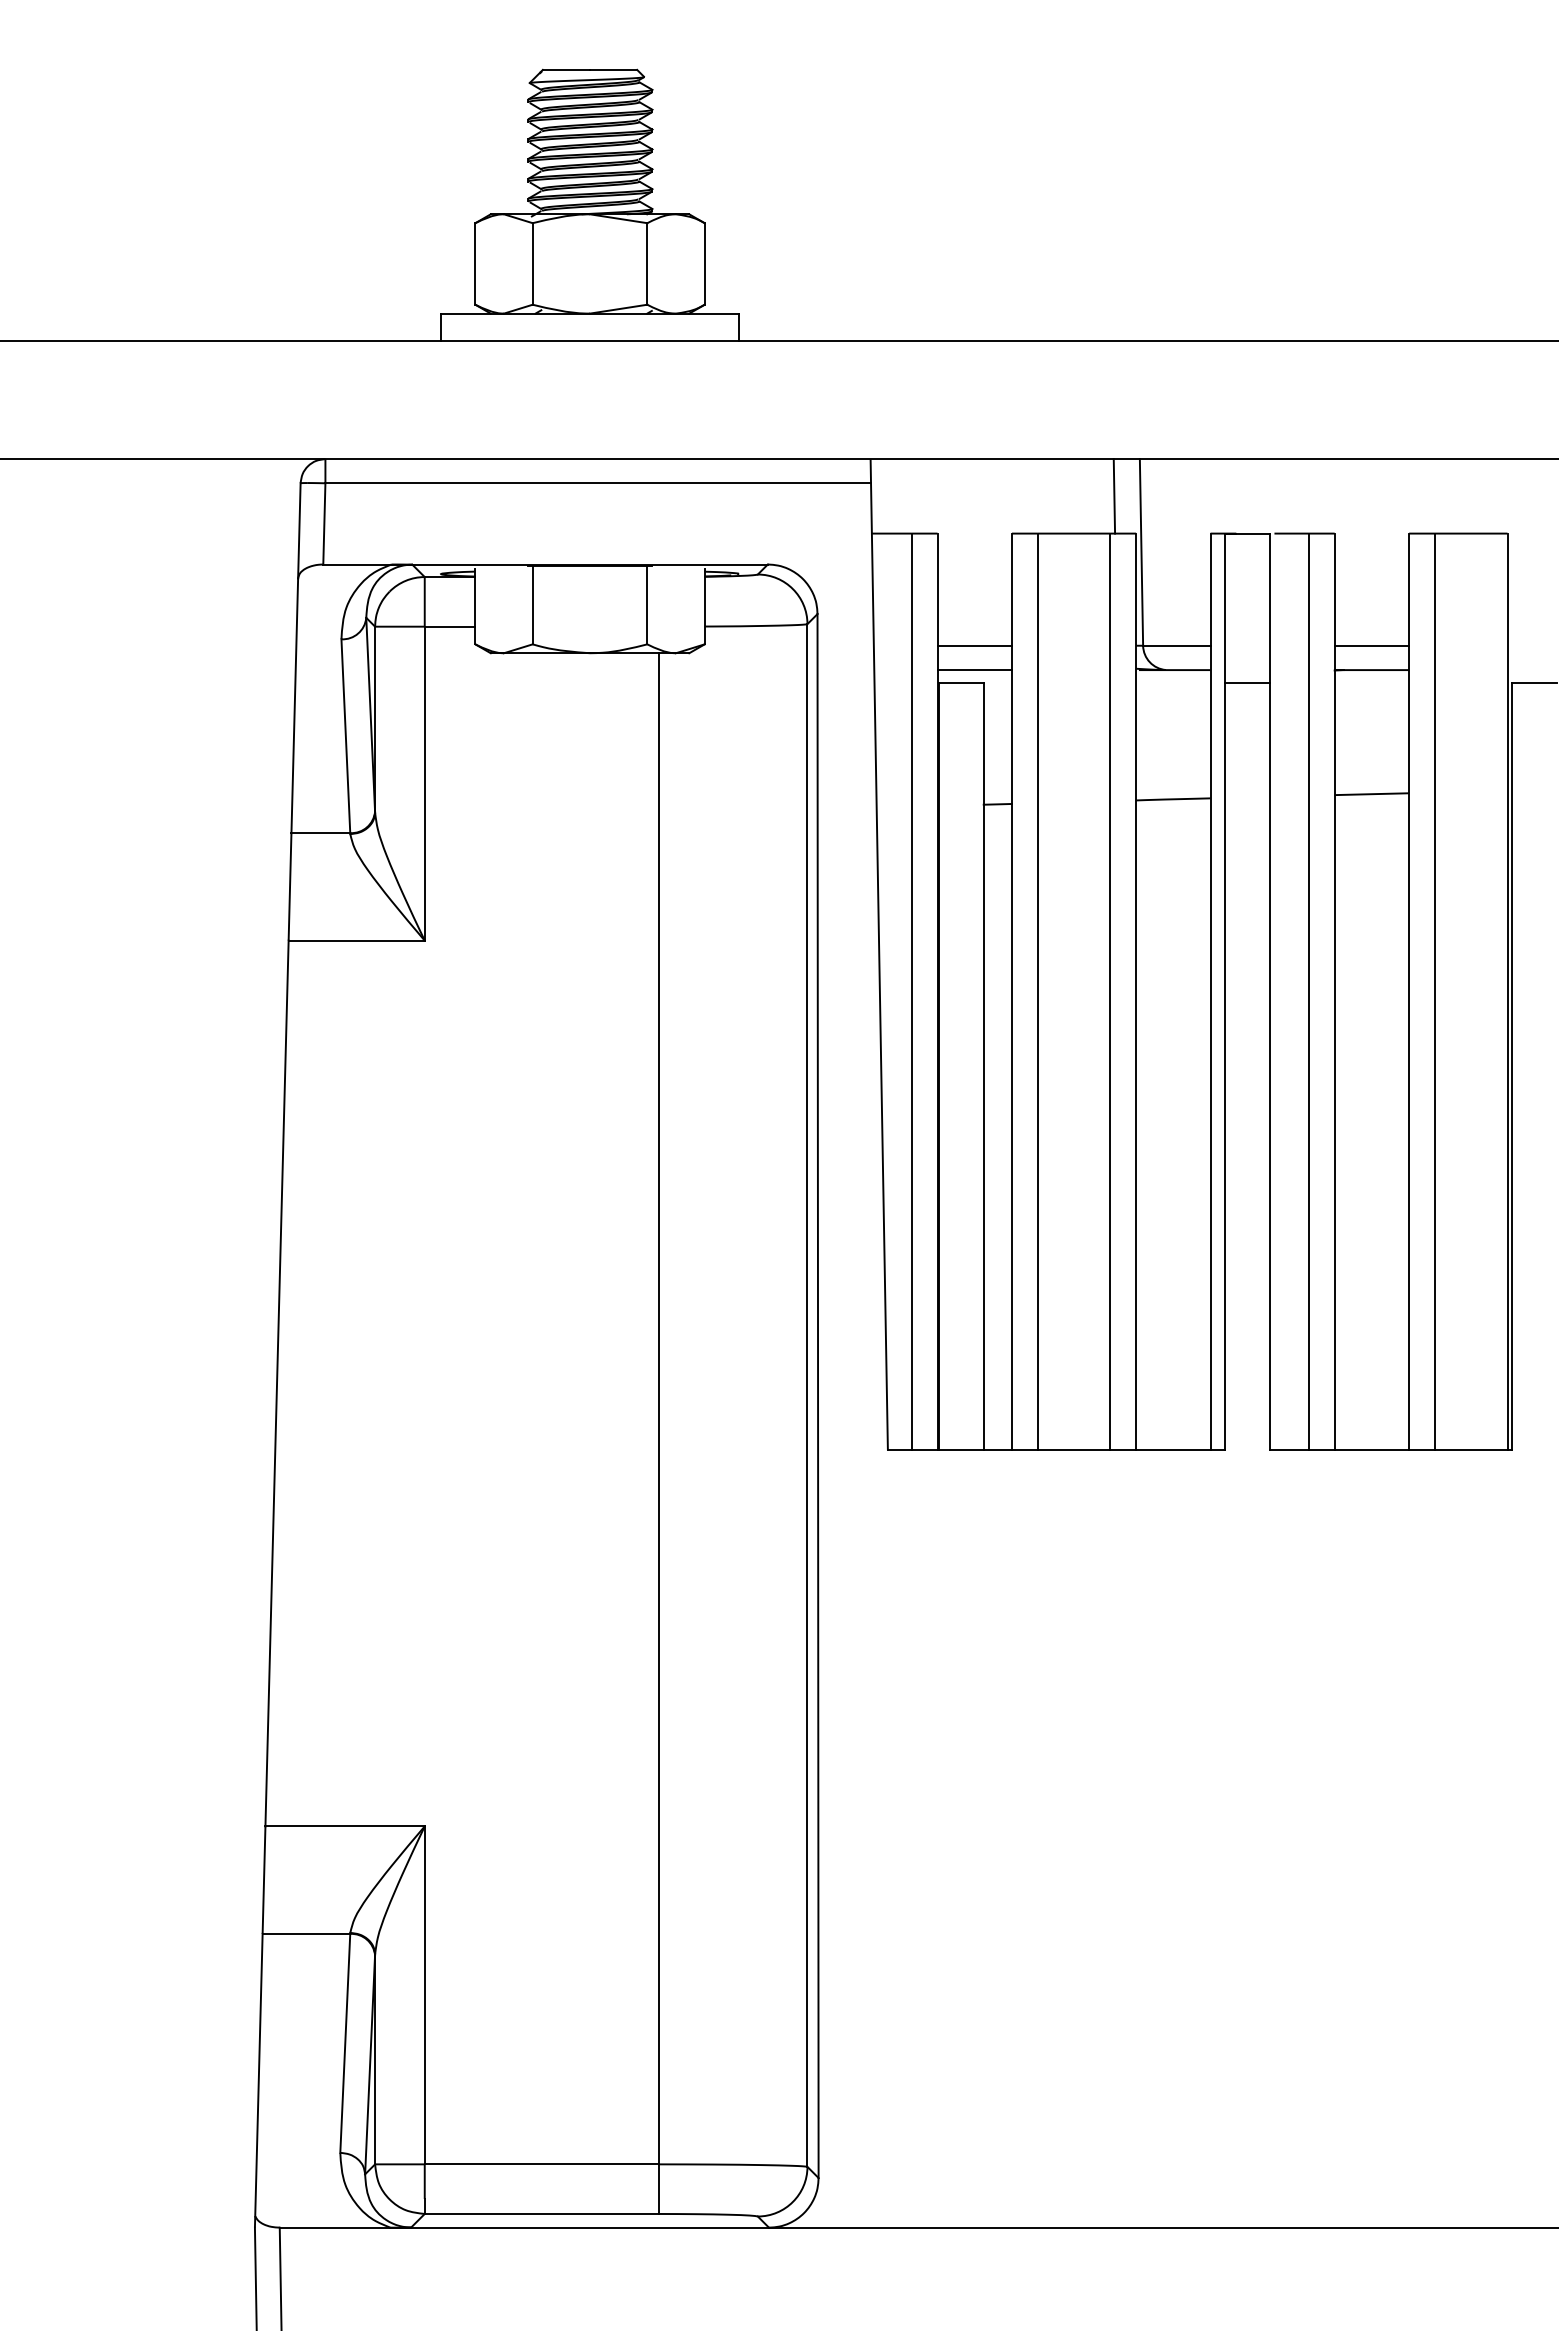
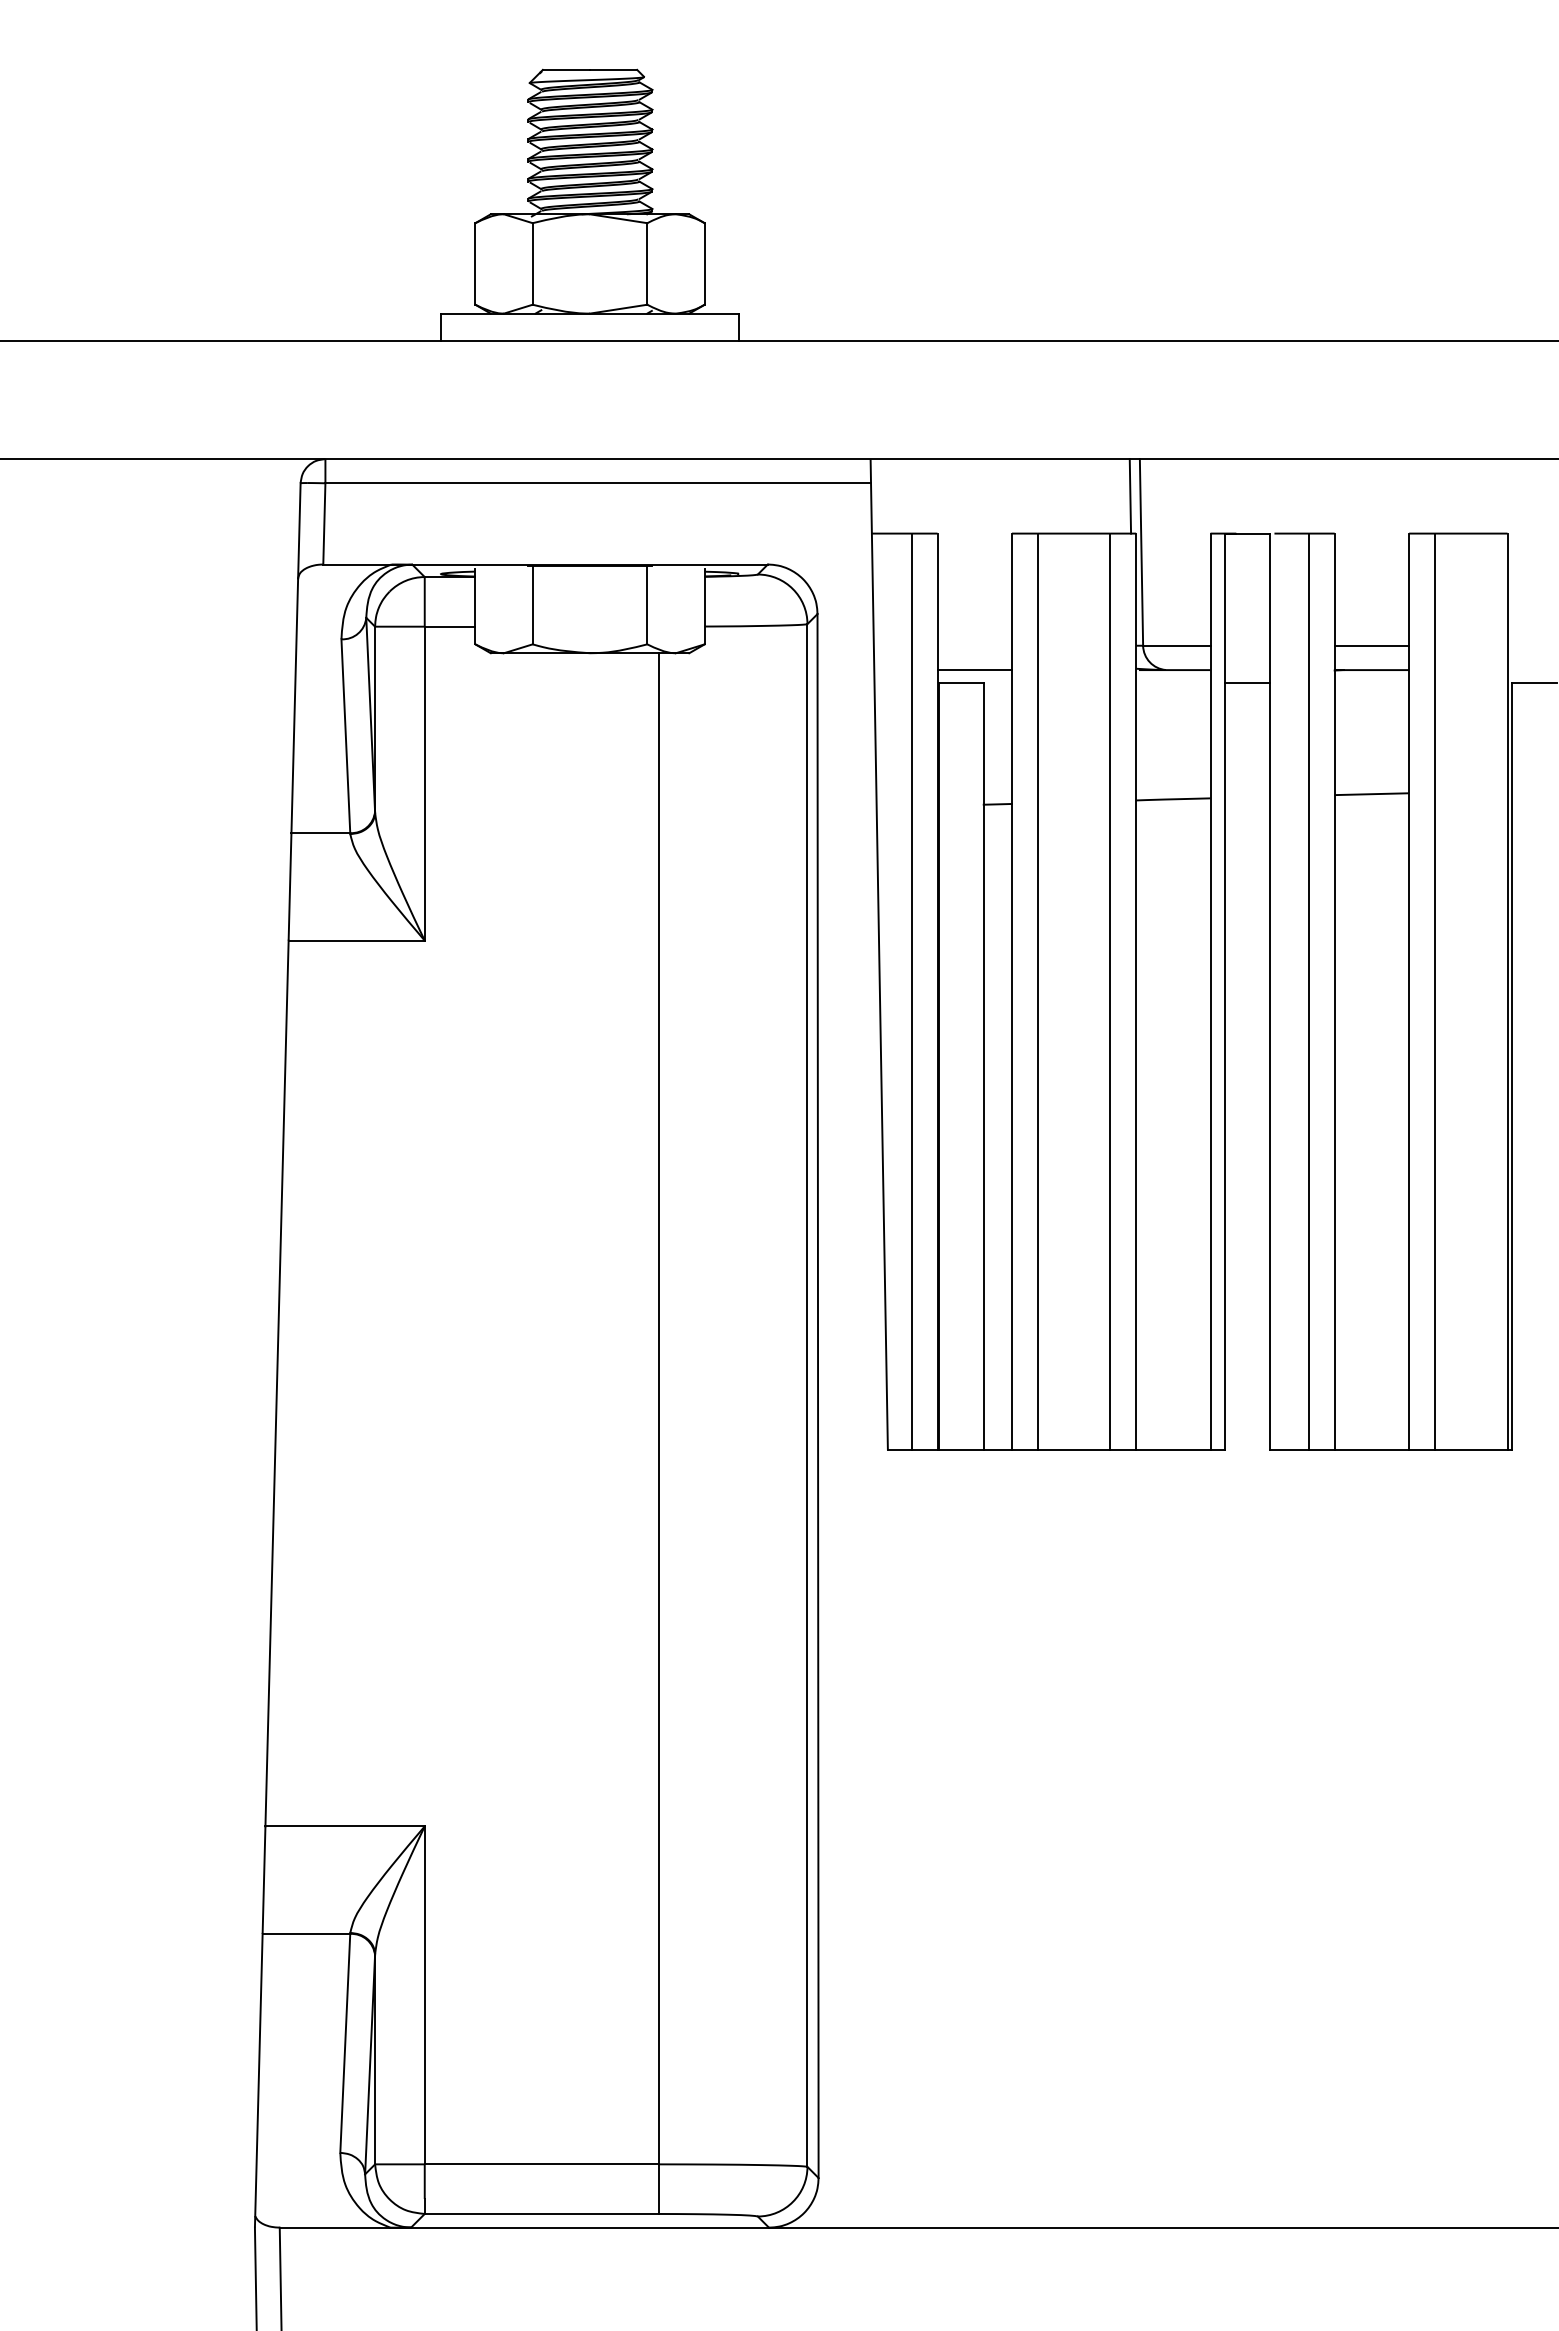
line at (1114, 496) position: (1114, 496) -> (1130, 496)
line at (974, 645): present -> none
